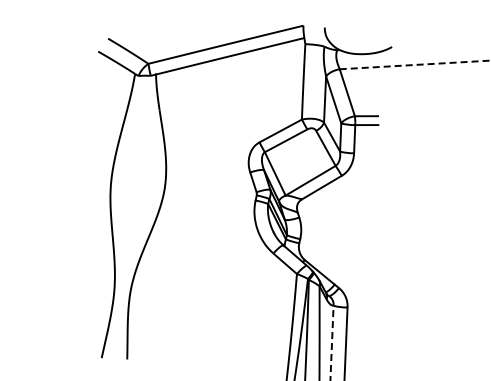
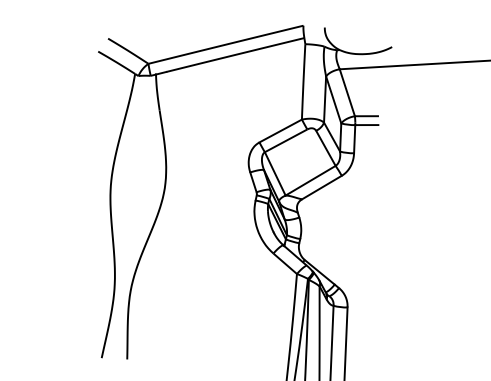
line at (415, 64): dashed -> solid
line at (332, 342): dashed -> solid
